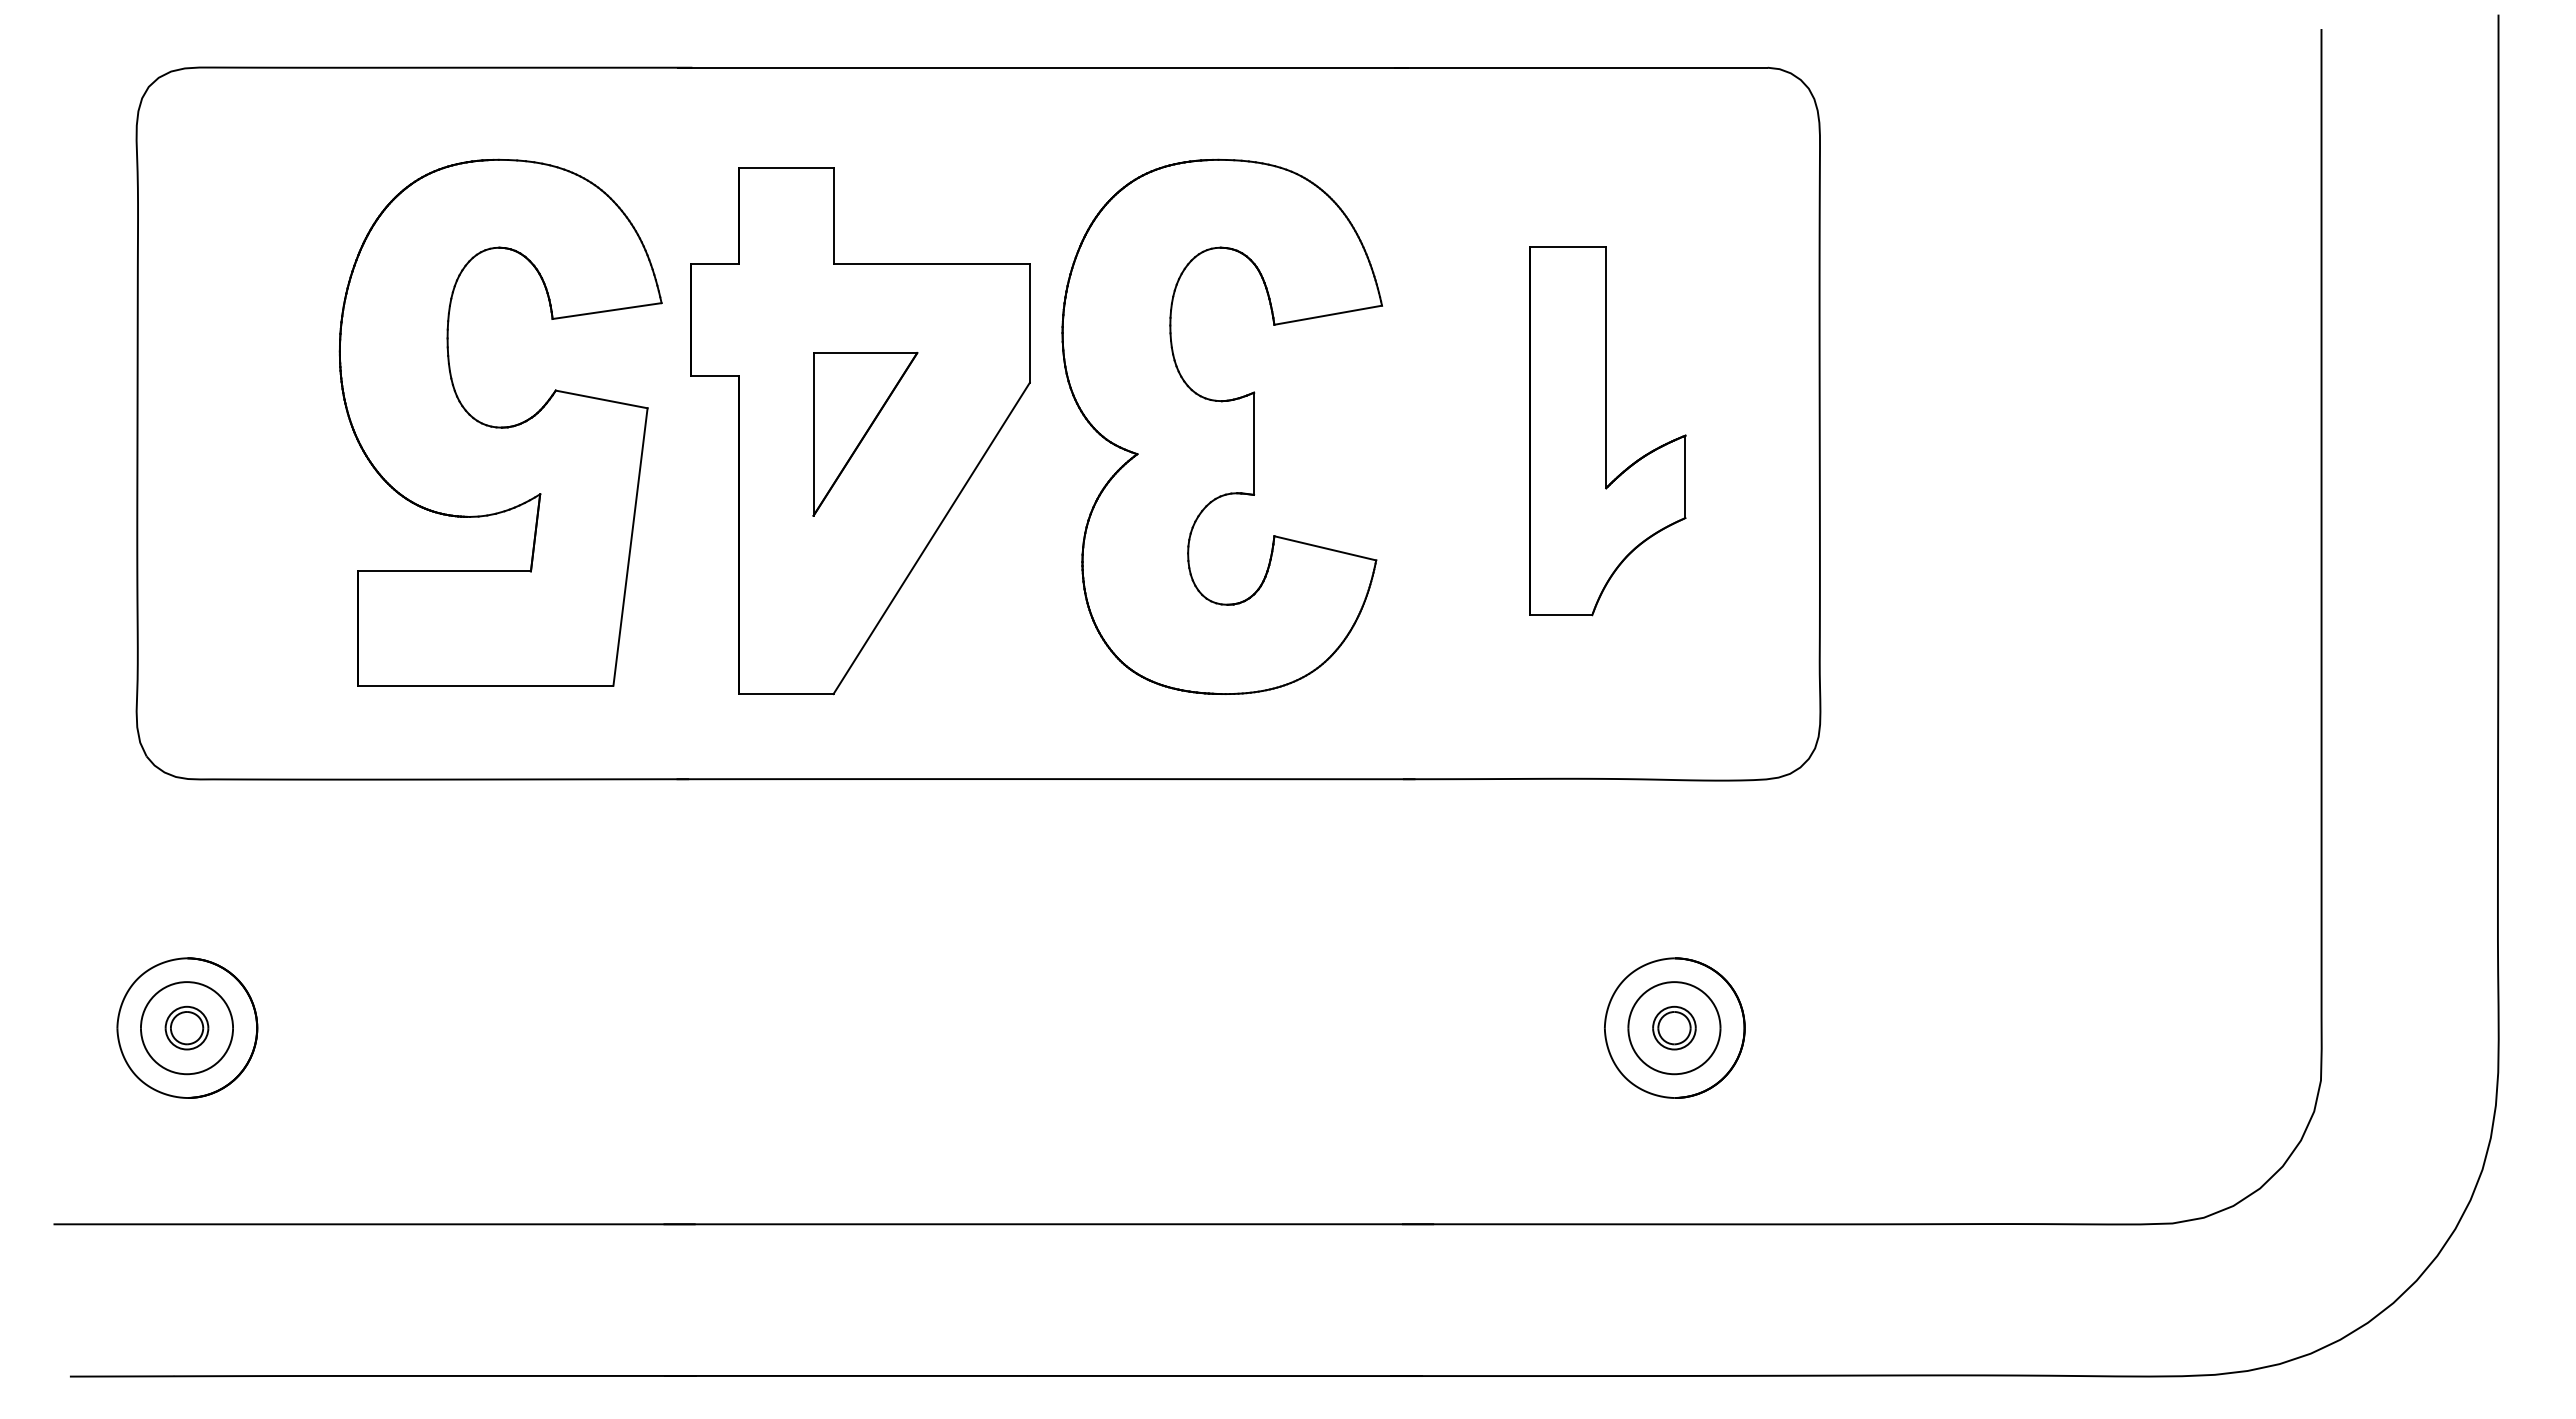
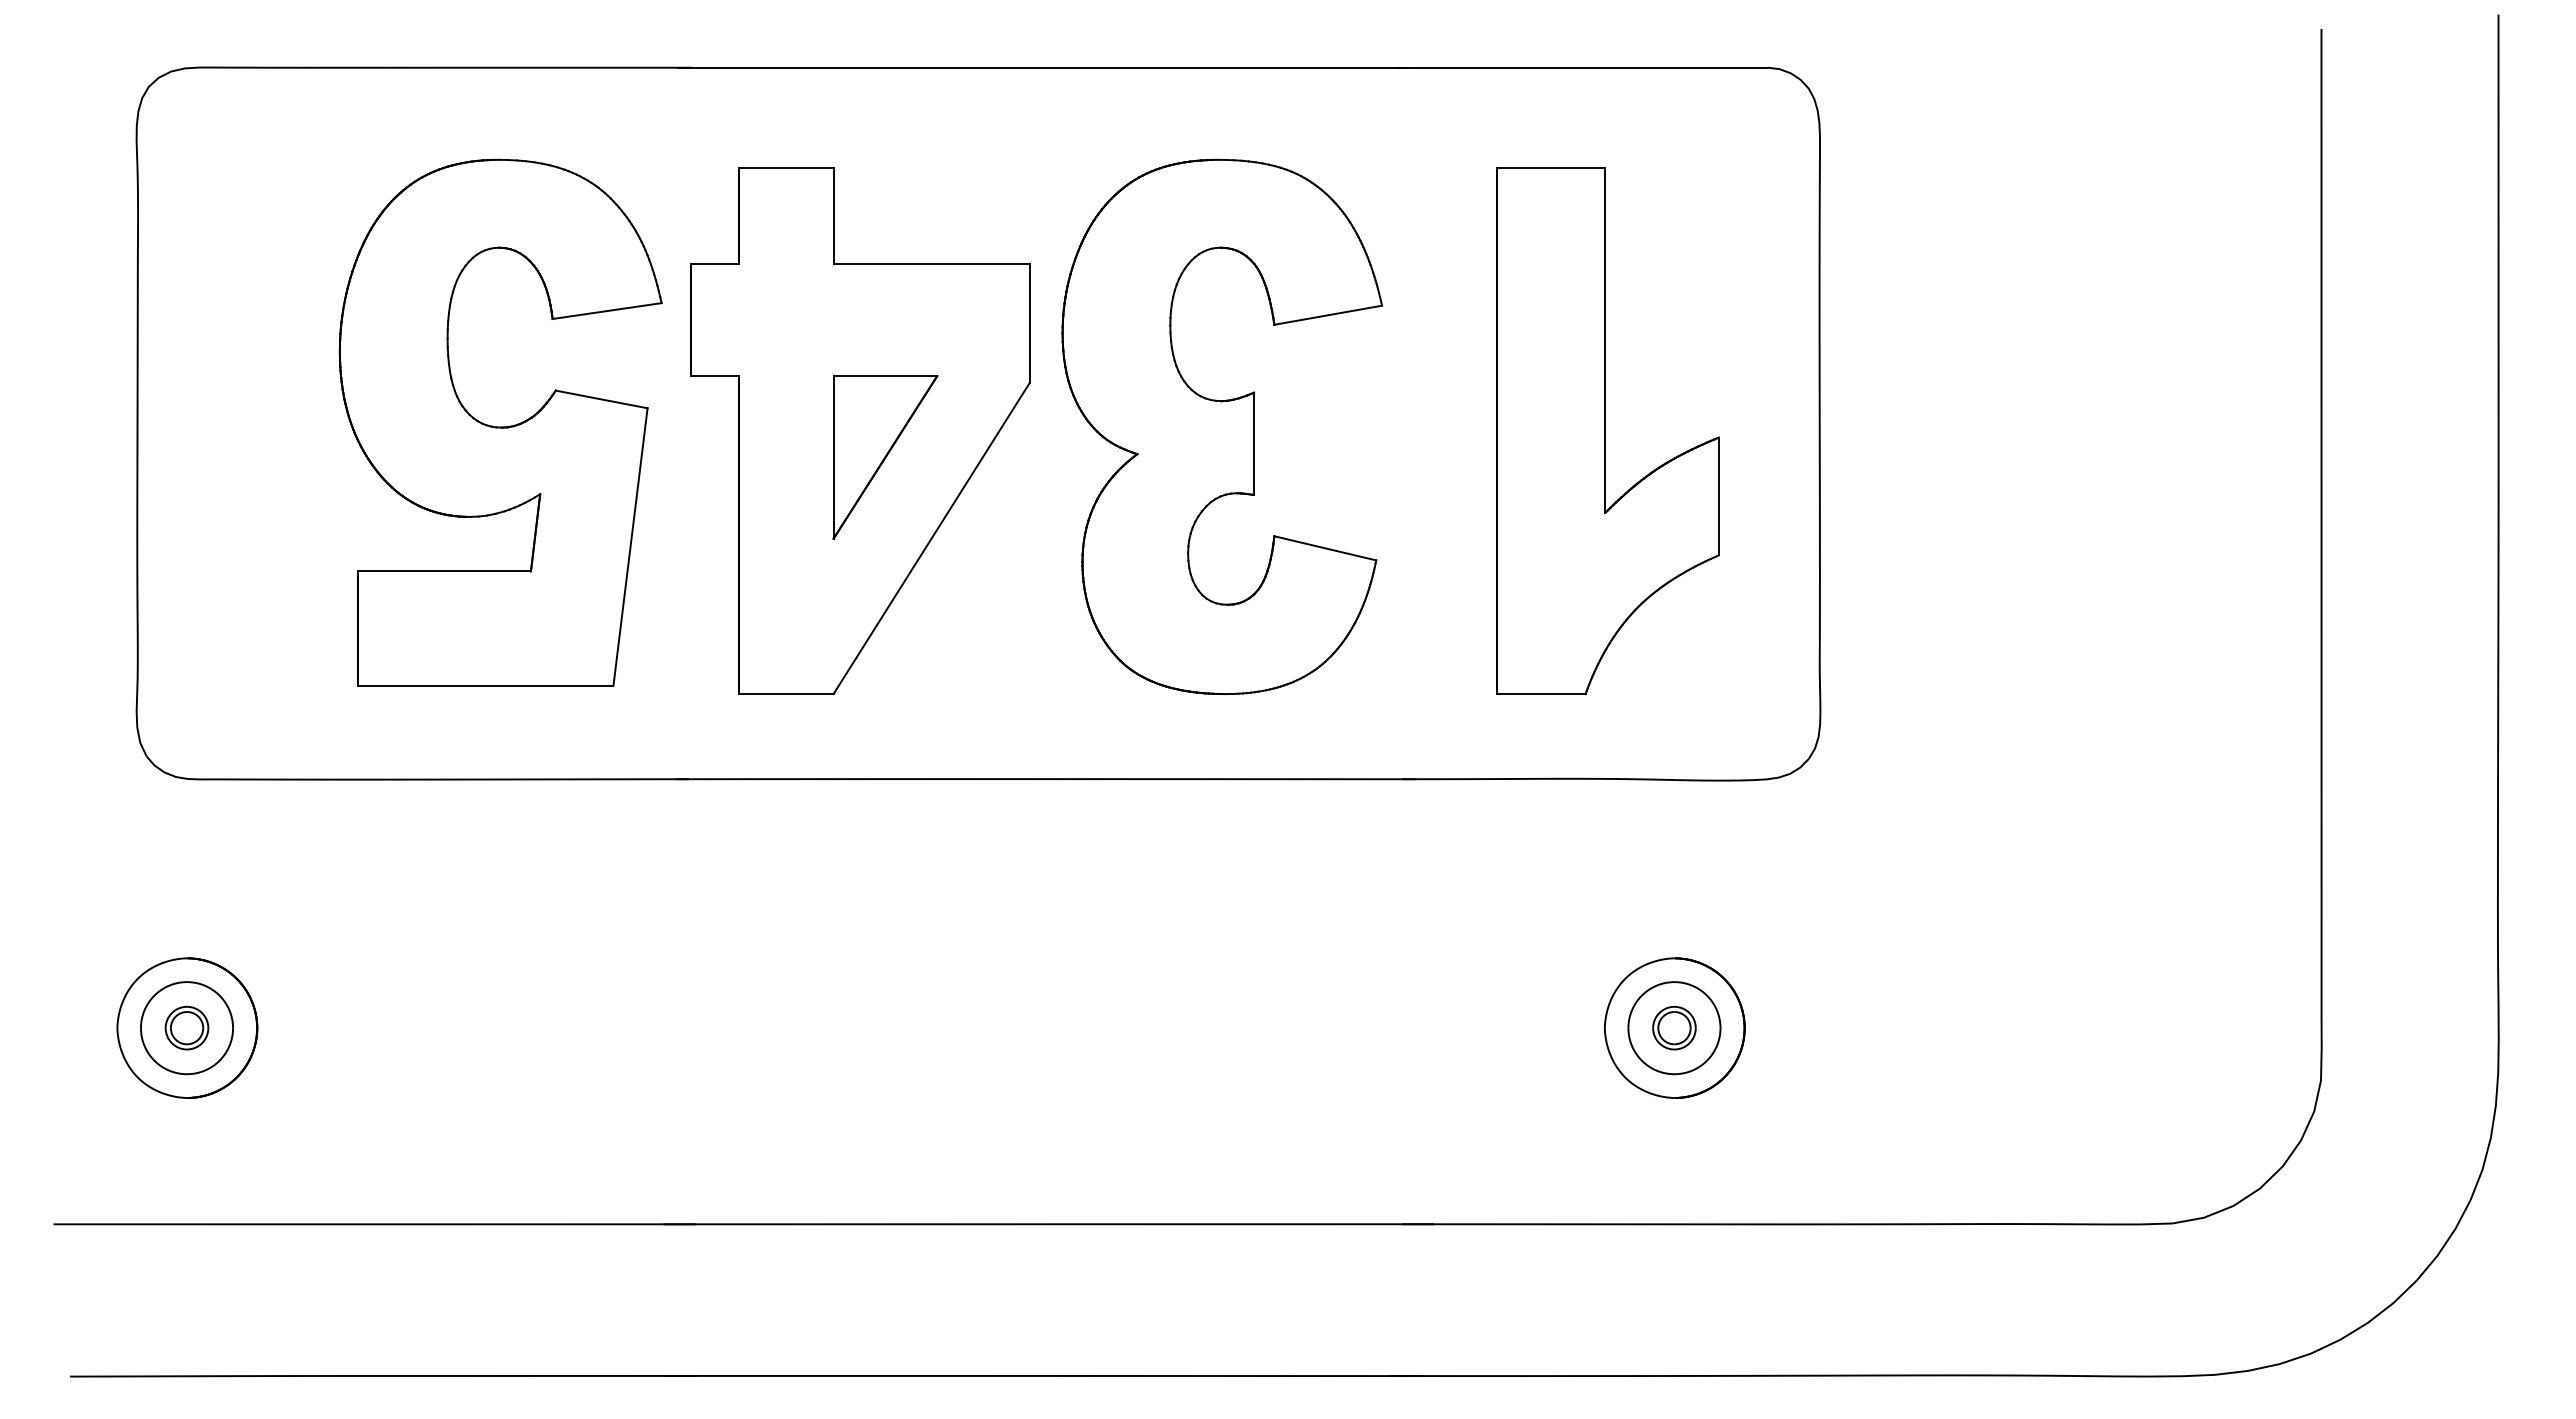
part at (1607, 431) size: 158x371 px -> 224x528 px
part at (865, 434) position: (865, 434) -> (885, 457)
